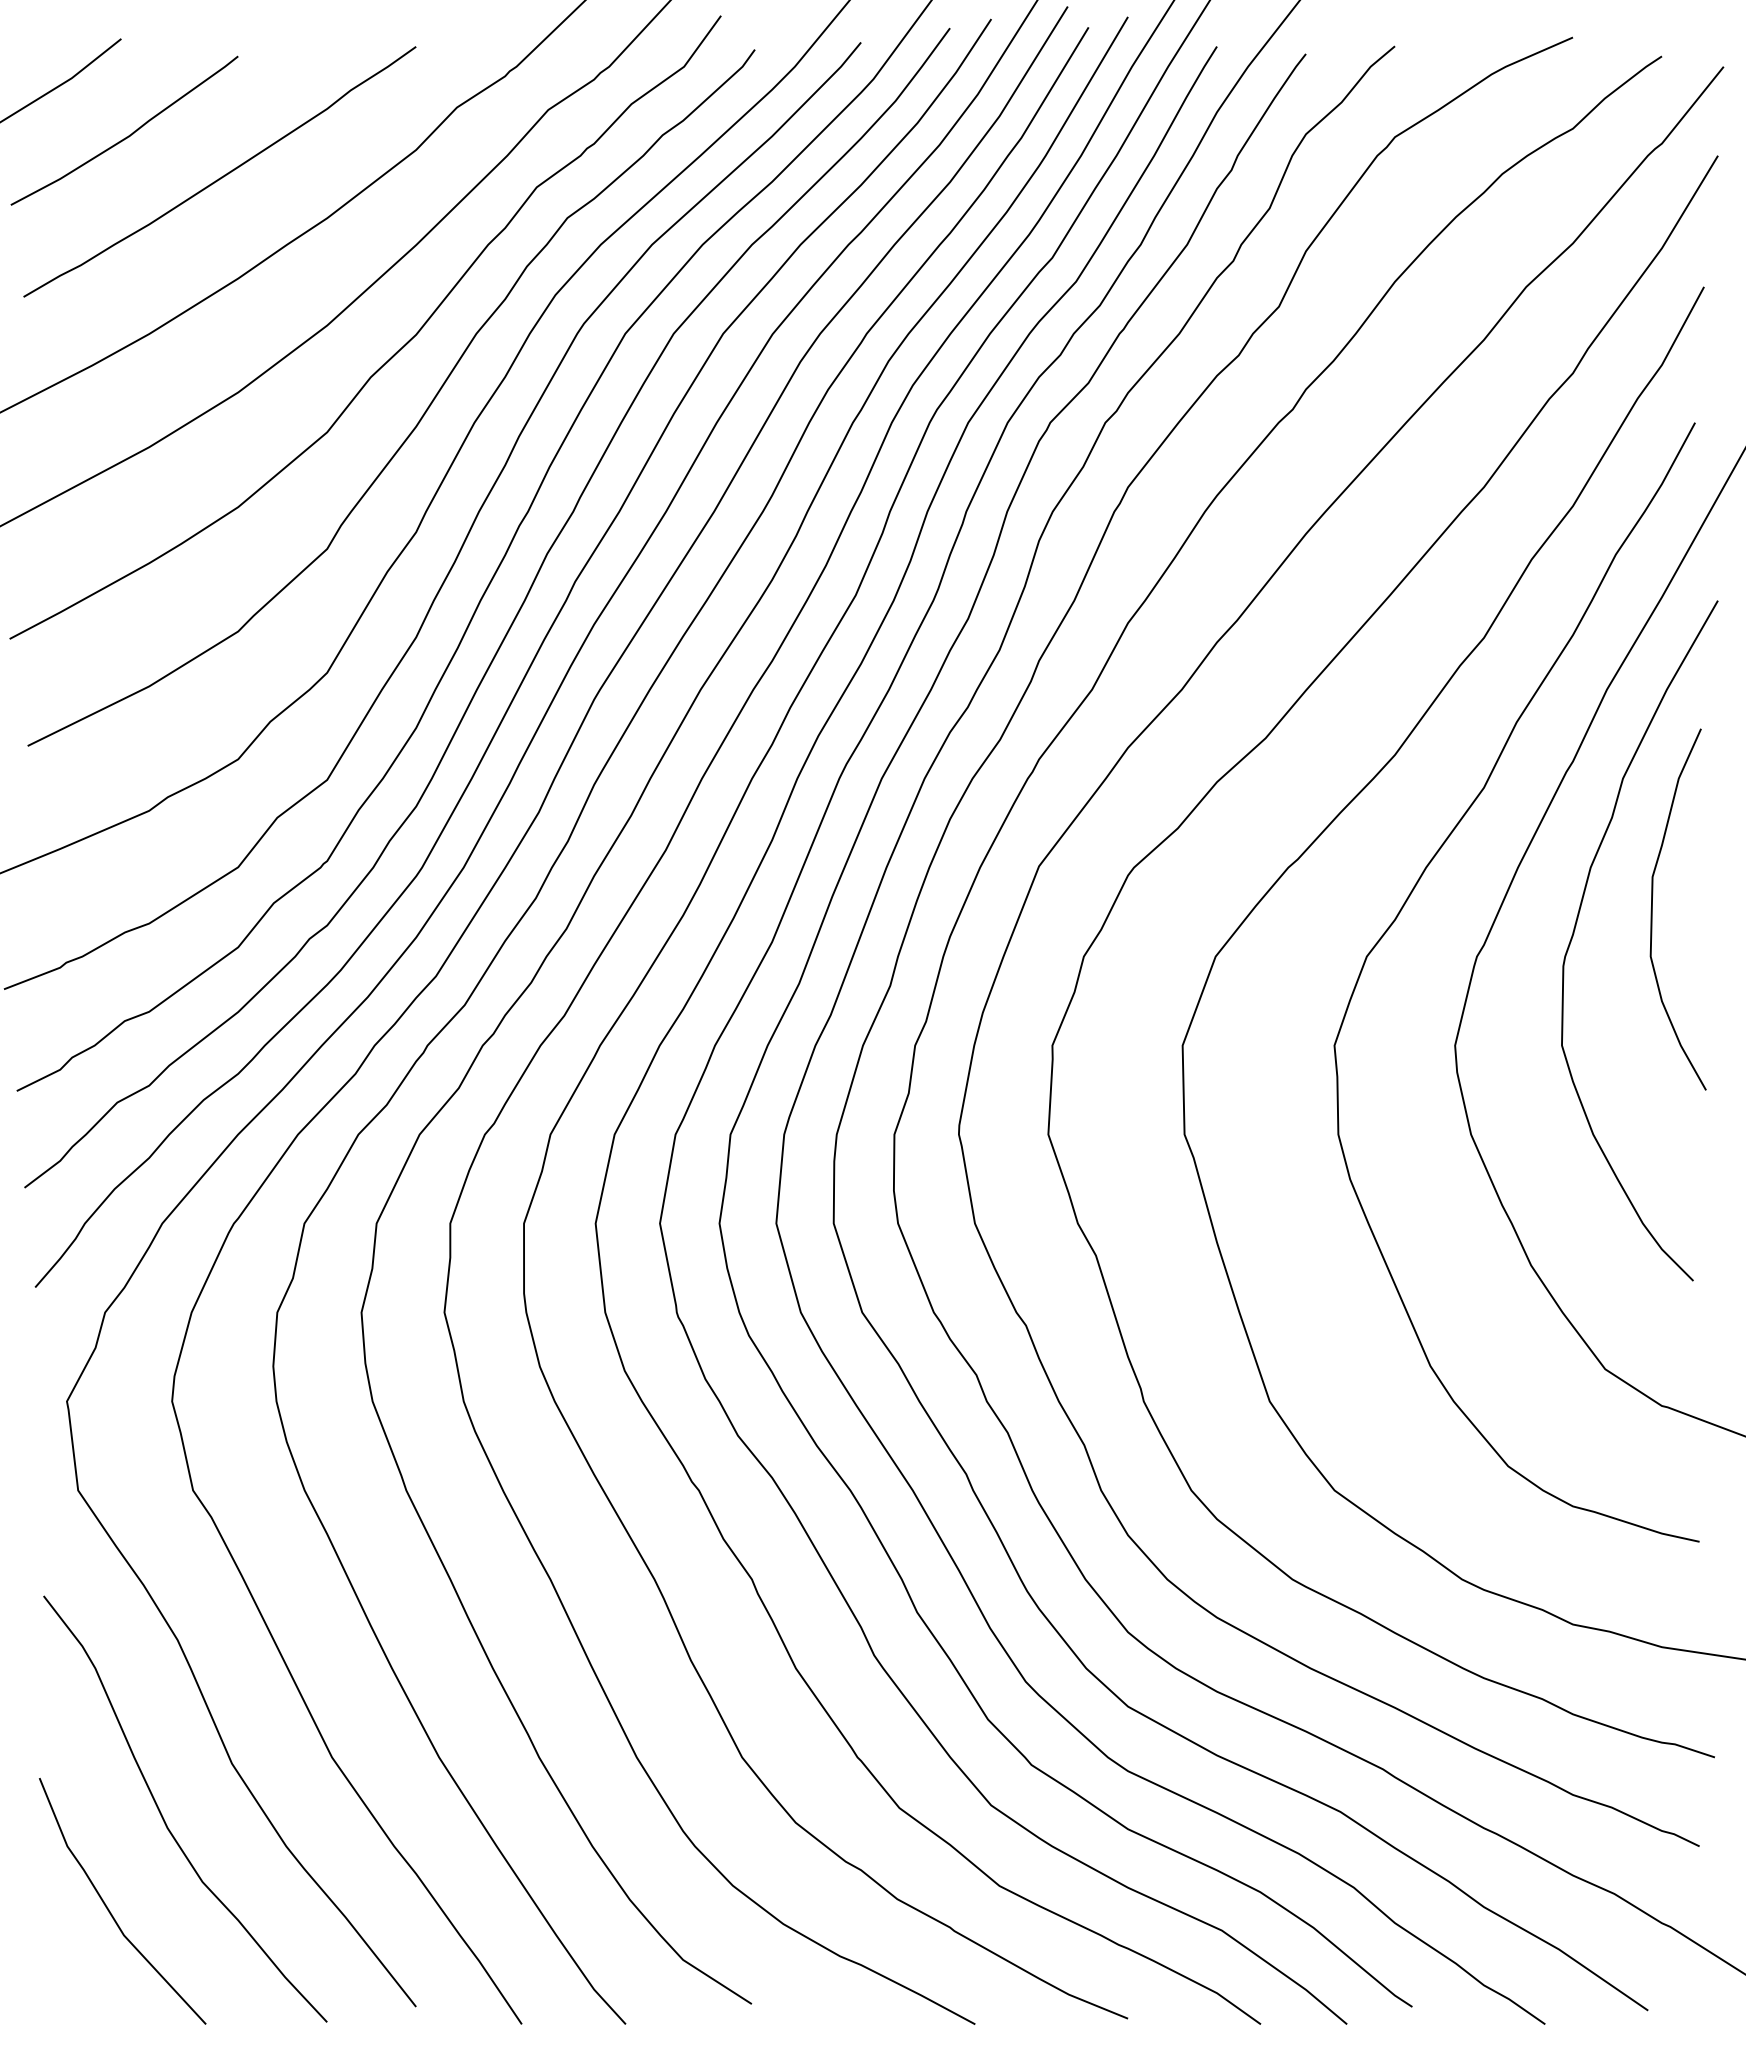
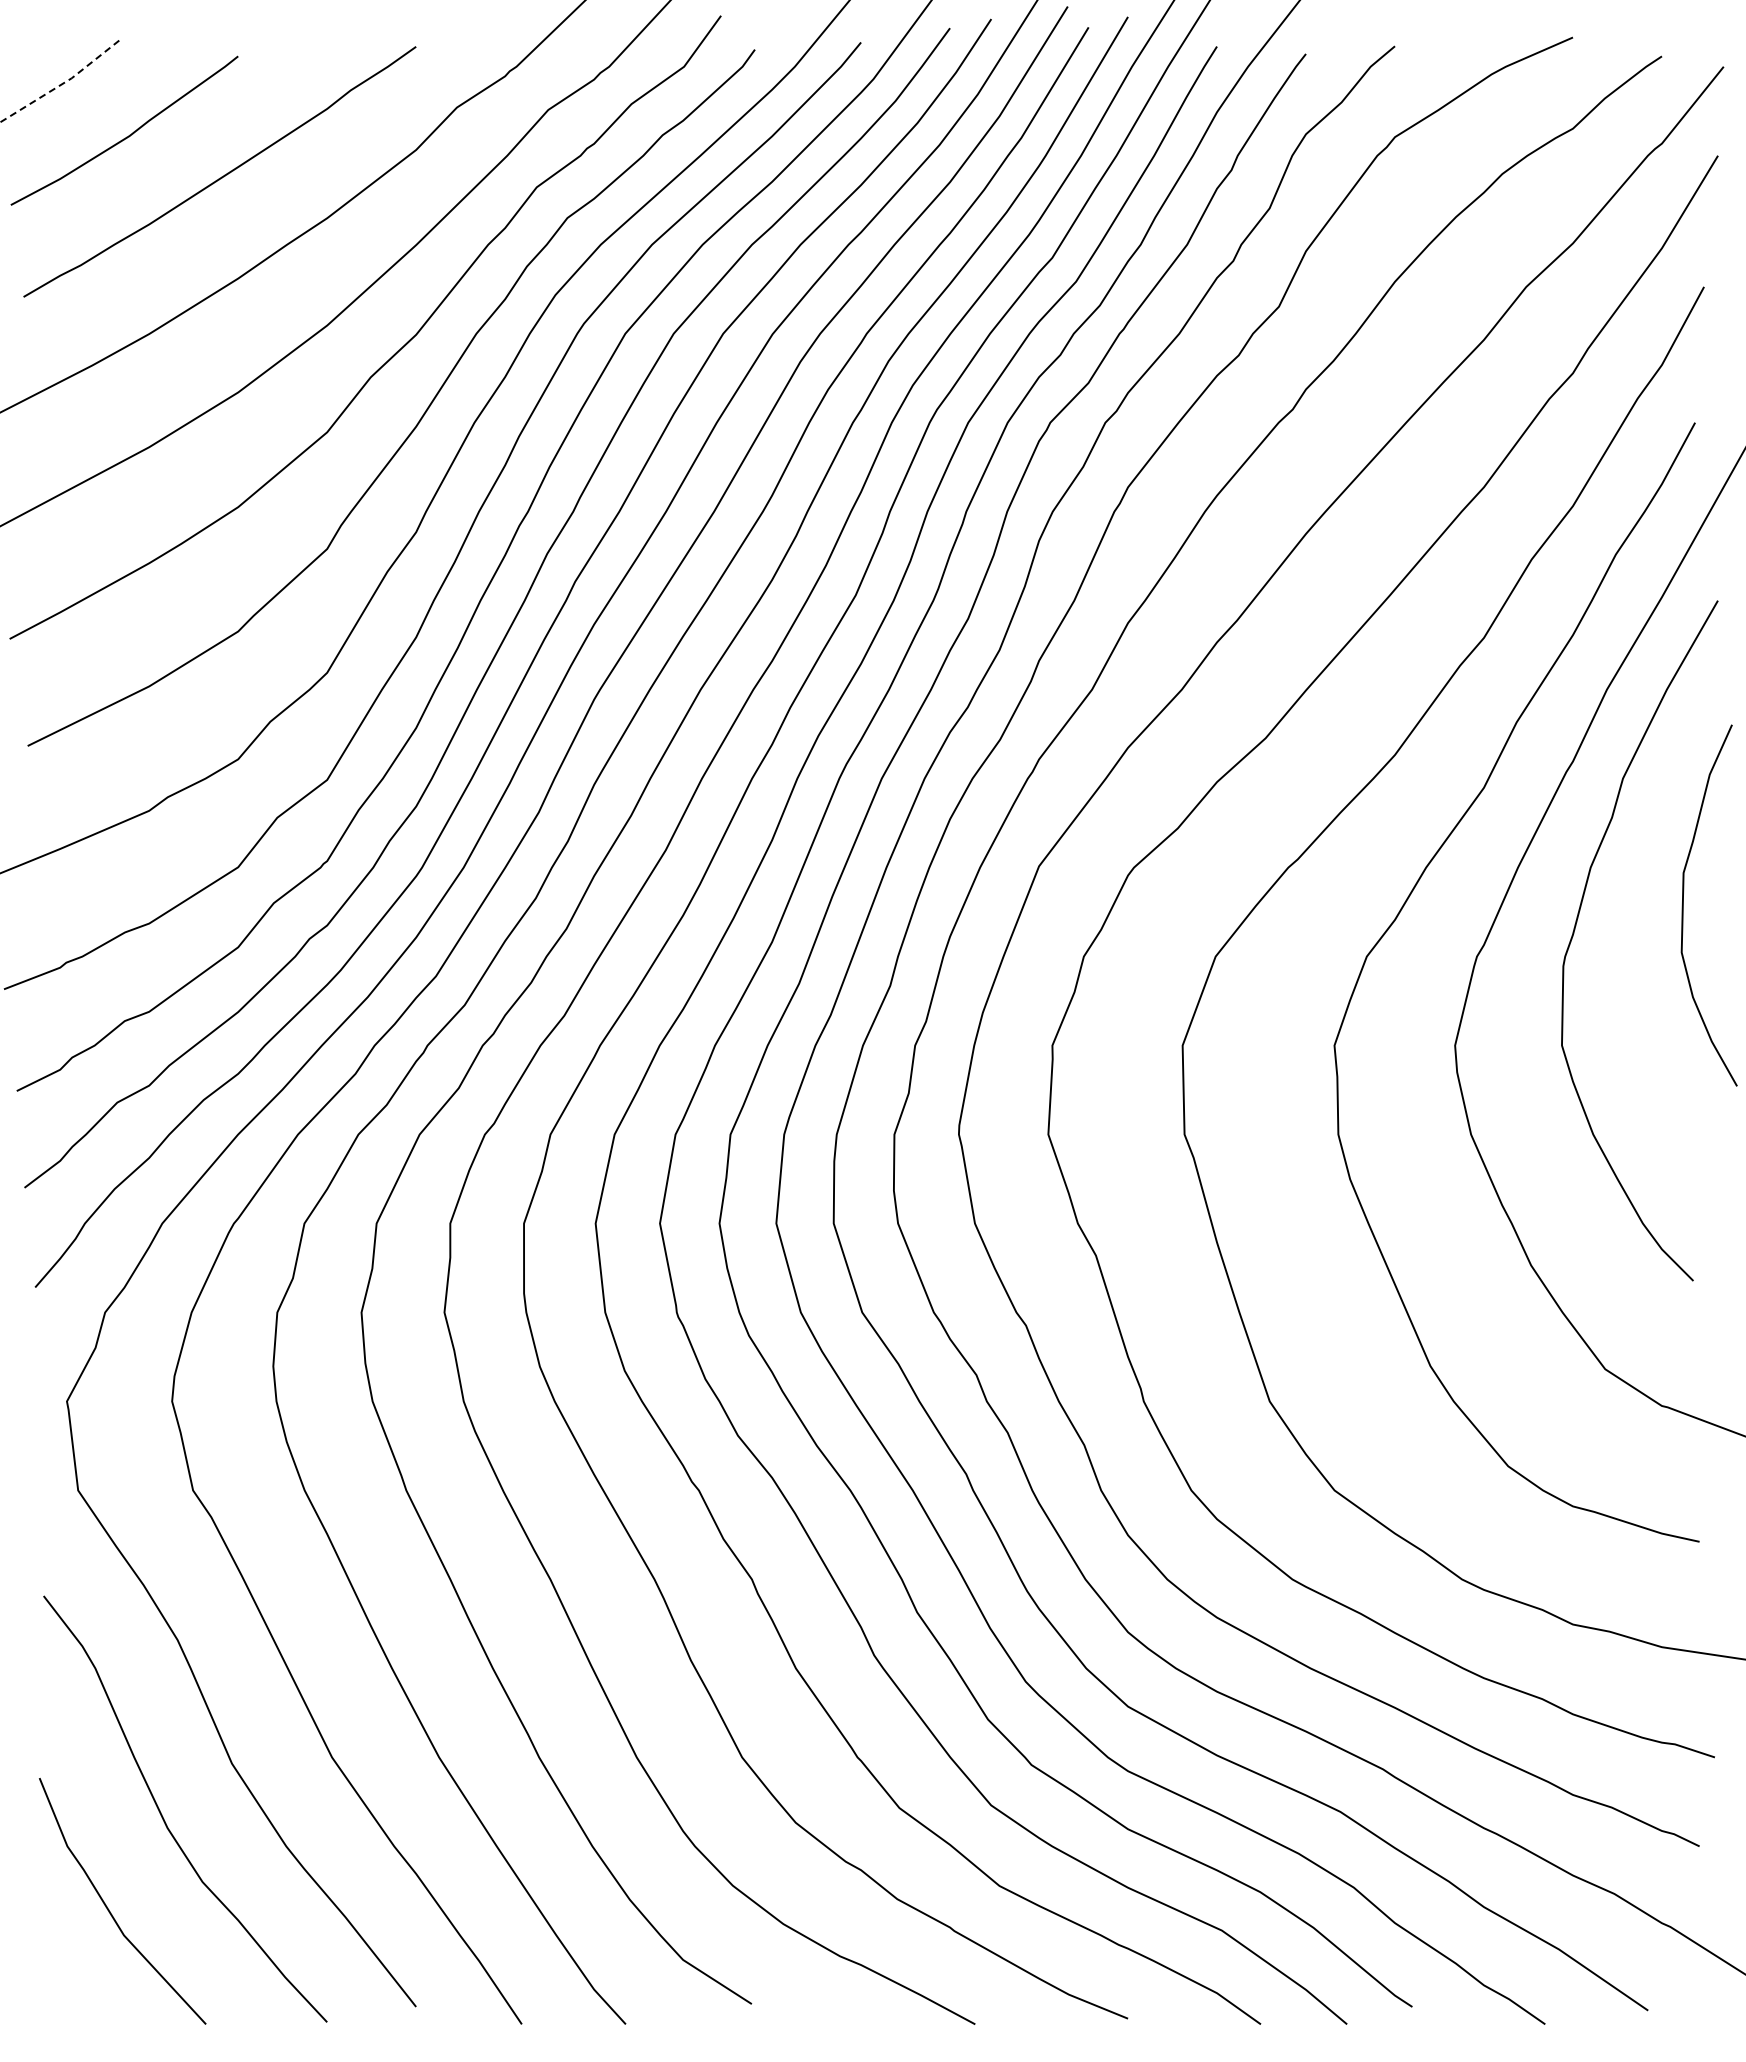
line at (64, 82): solid -> dashed
curve at (1652, 909) position: (1652, 909) -> (1683, 905)
